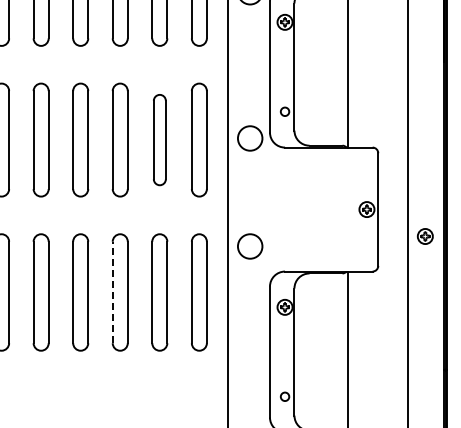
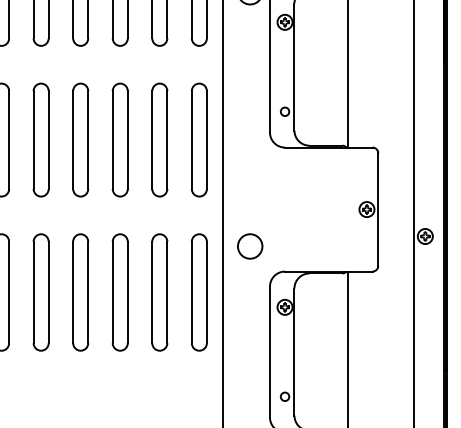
circle at (250, 138): present -> none
part at (159, 140) size: 14x93 px -> 18x116 px
line at (227, 213) position: (227, 213) -> (222, 213)
line at (408, 213) position: (408, 213) -> (414, 213)
line at (112, 292): dashed -> solid
